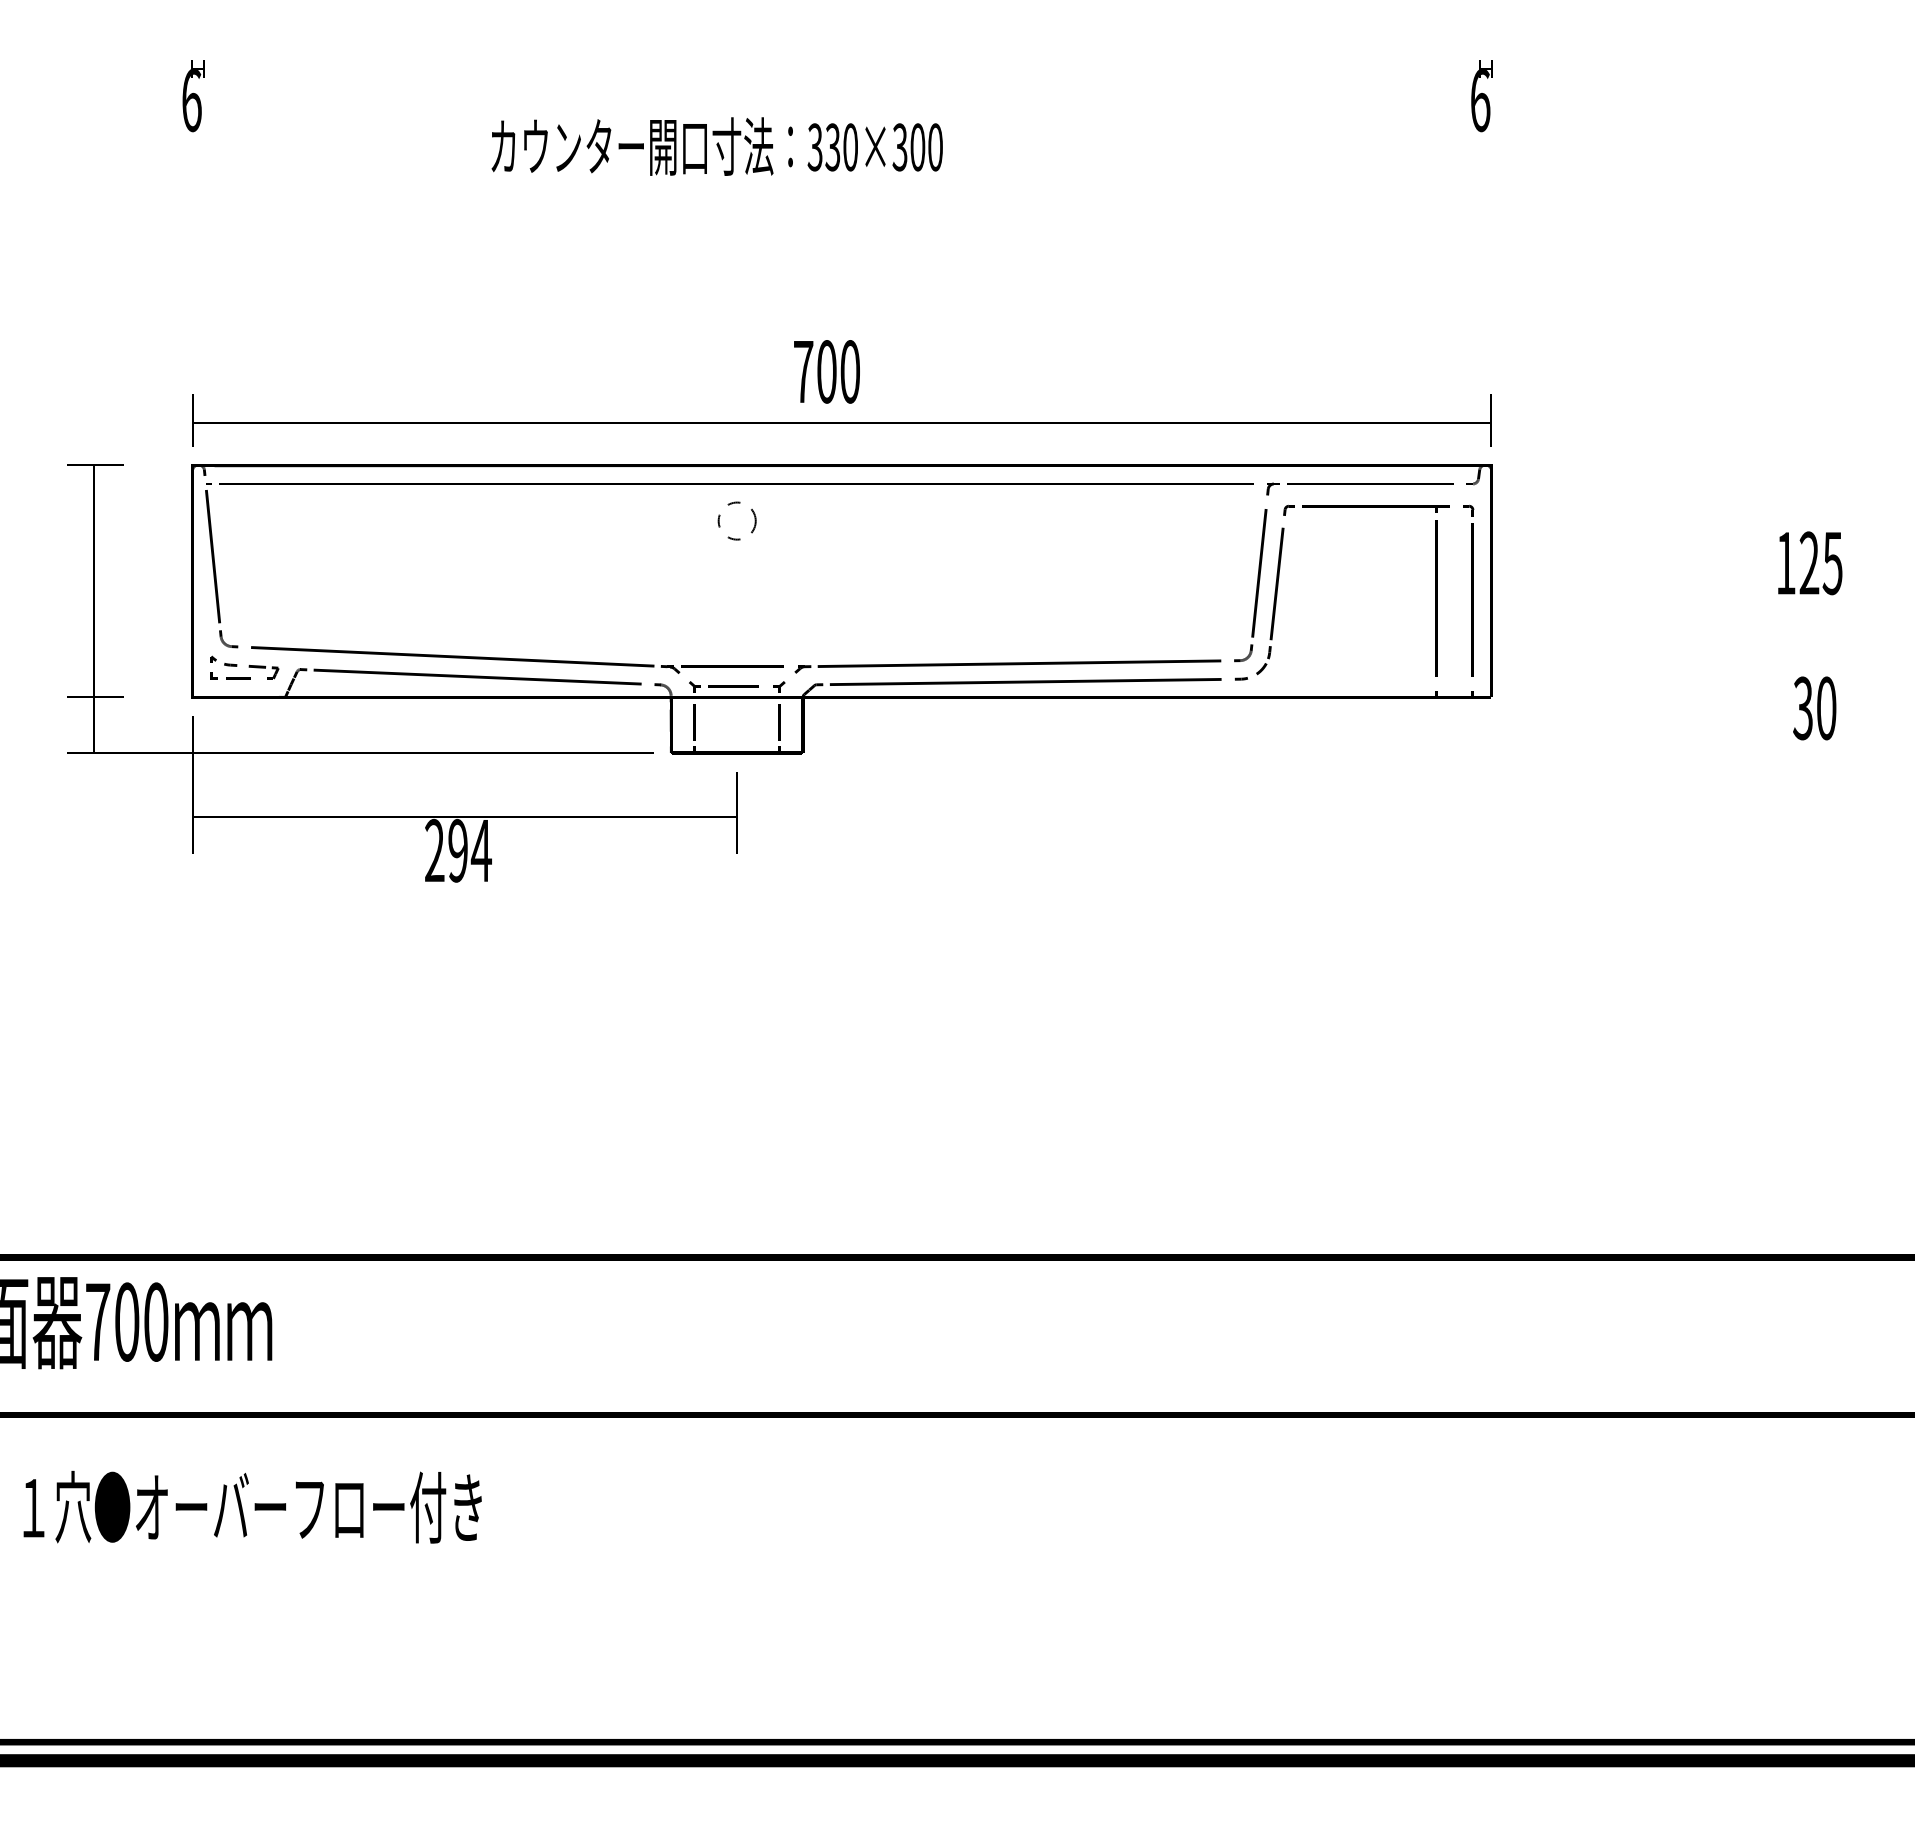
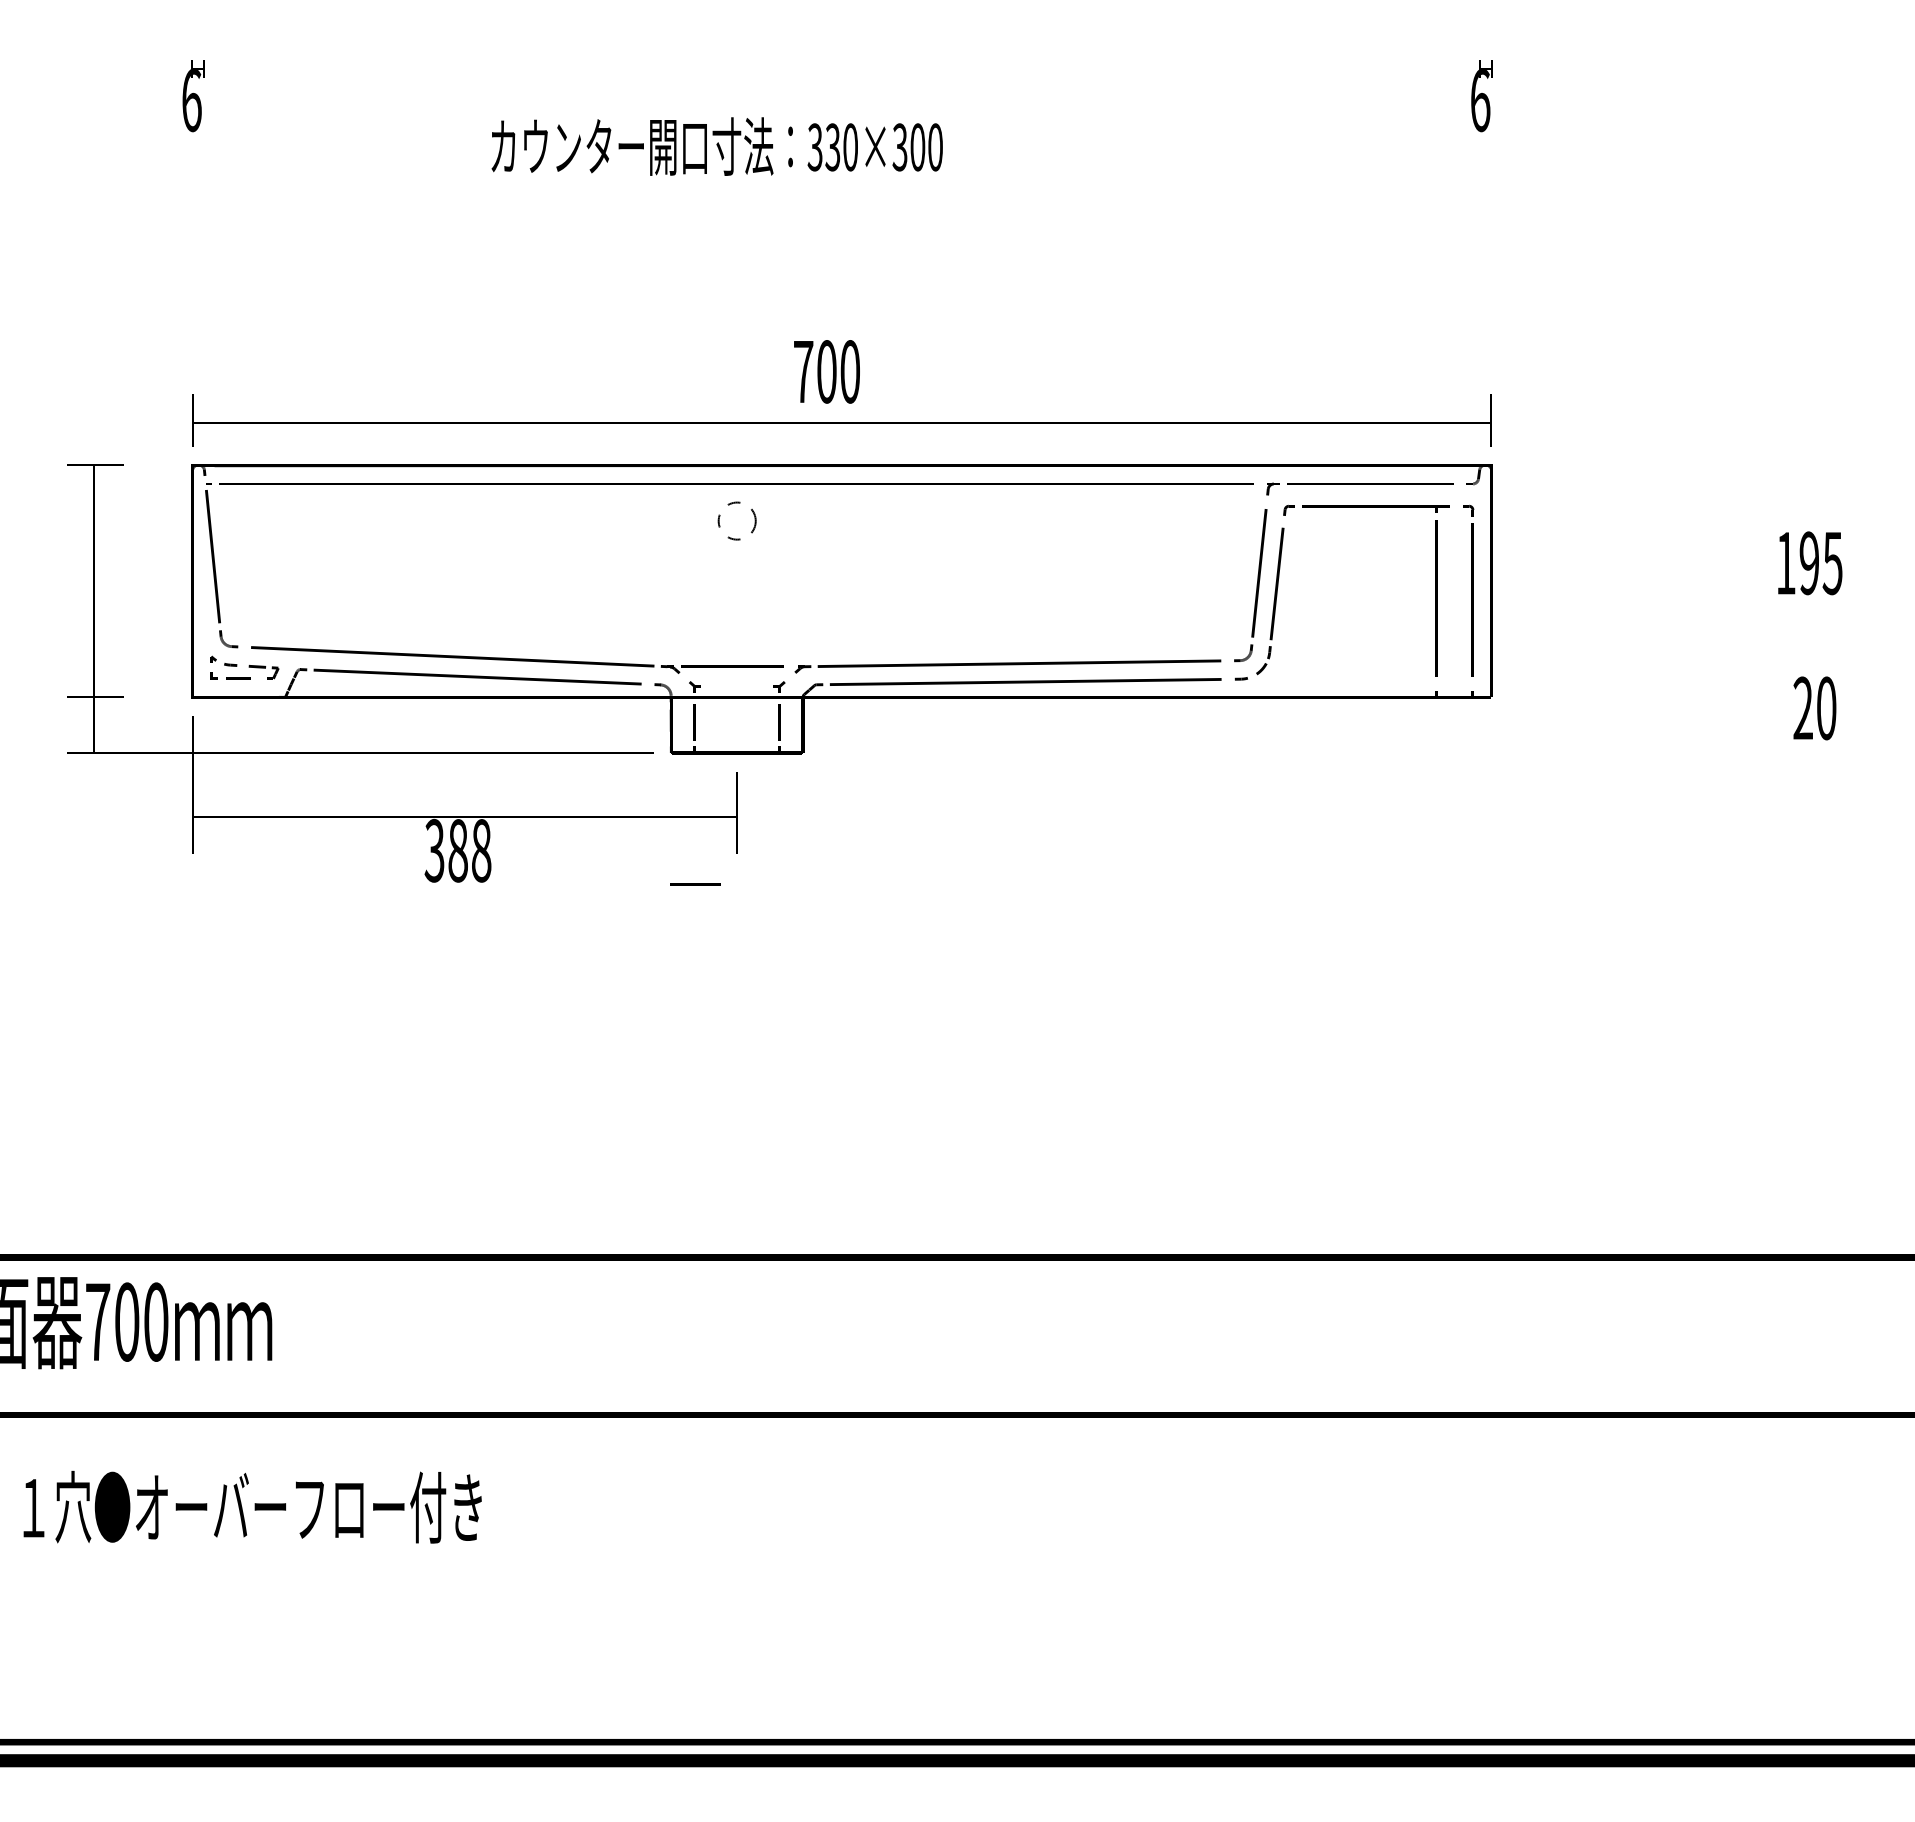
text at (1809, 563): 125 -> 195
line at (733, 686) position: (733, 686) -> (695, 884)
text at (1802, 708): 30 -> 20
text at (457, 850): 294 -> 388
